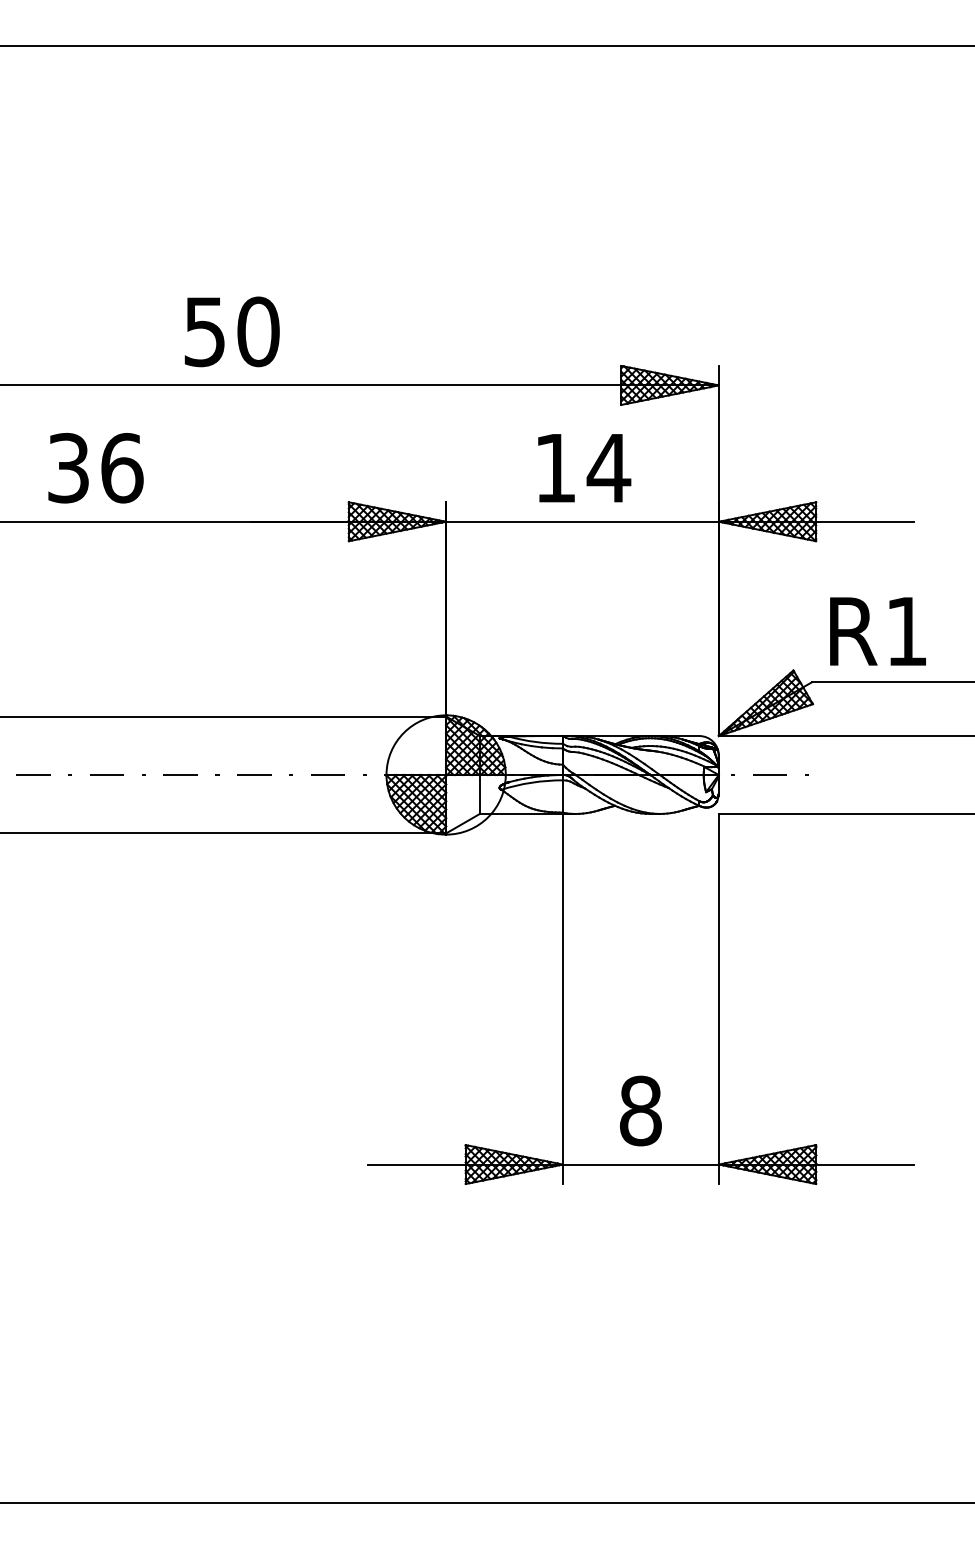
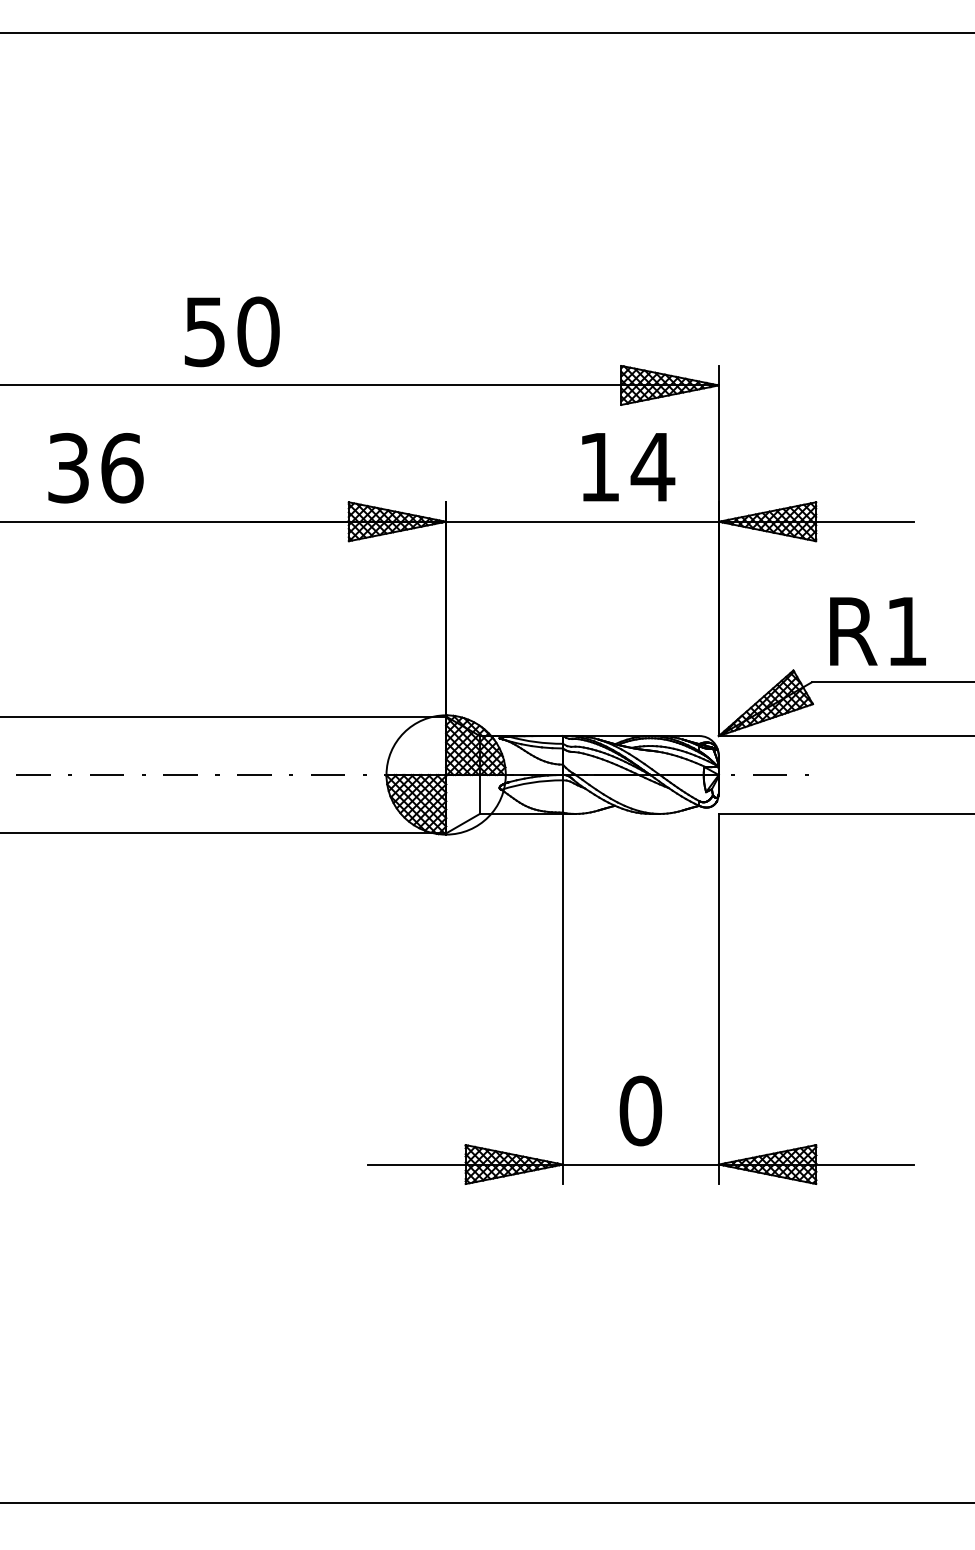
line at (486, 46) position: (486, 46) -> (486, 33)
text at (584, 468) position: (584, 468) -> (628, 467)
text at (640, 1111): 8 -> 0
